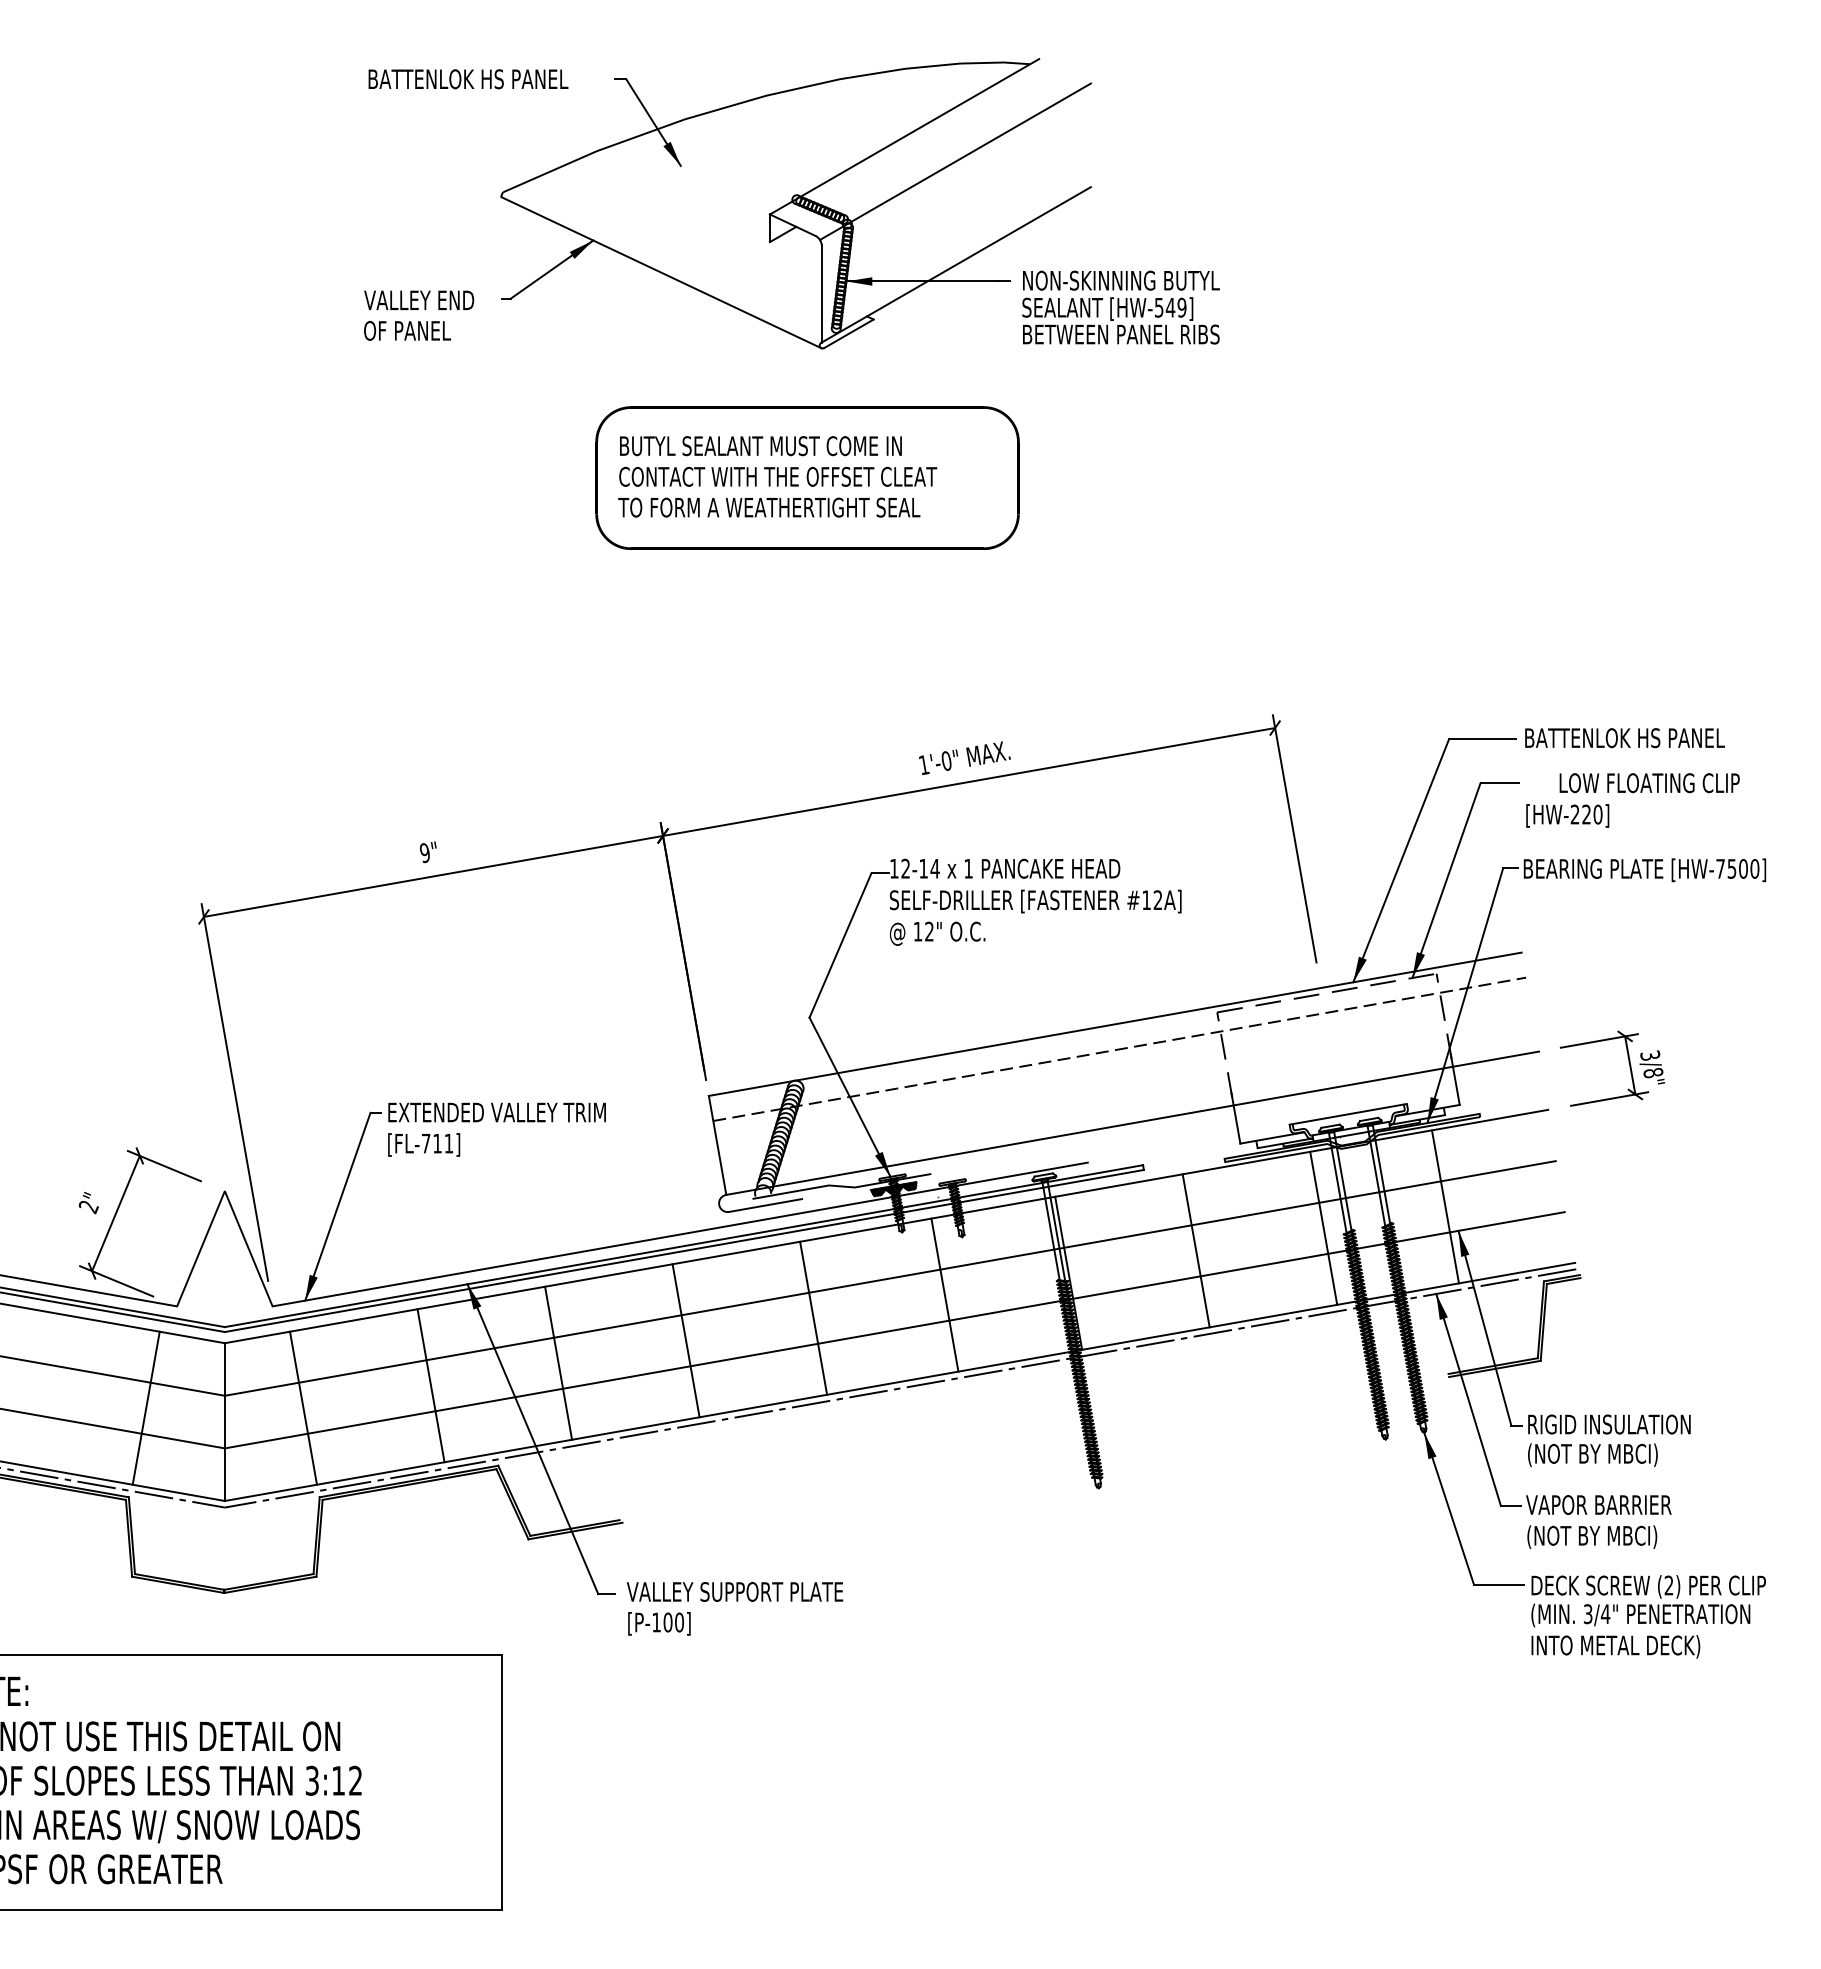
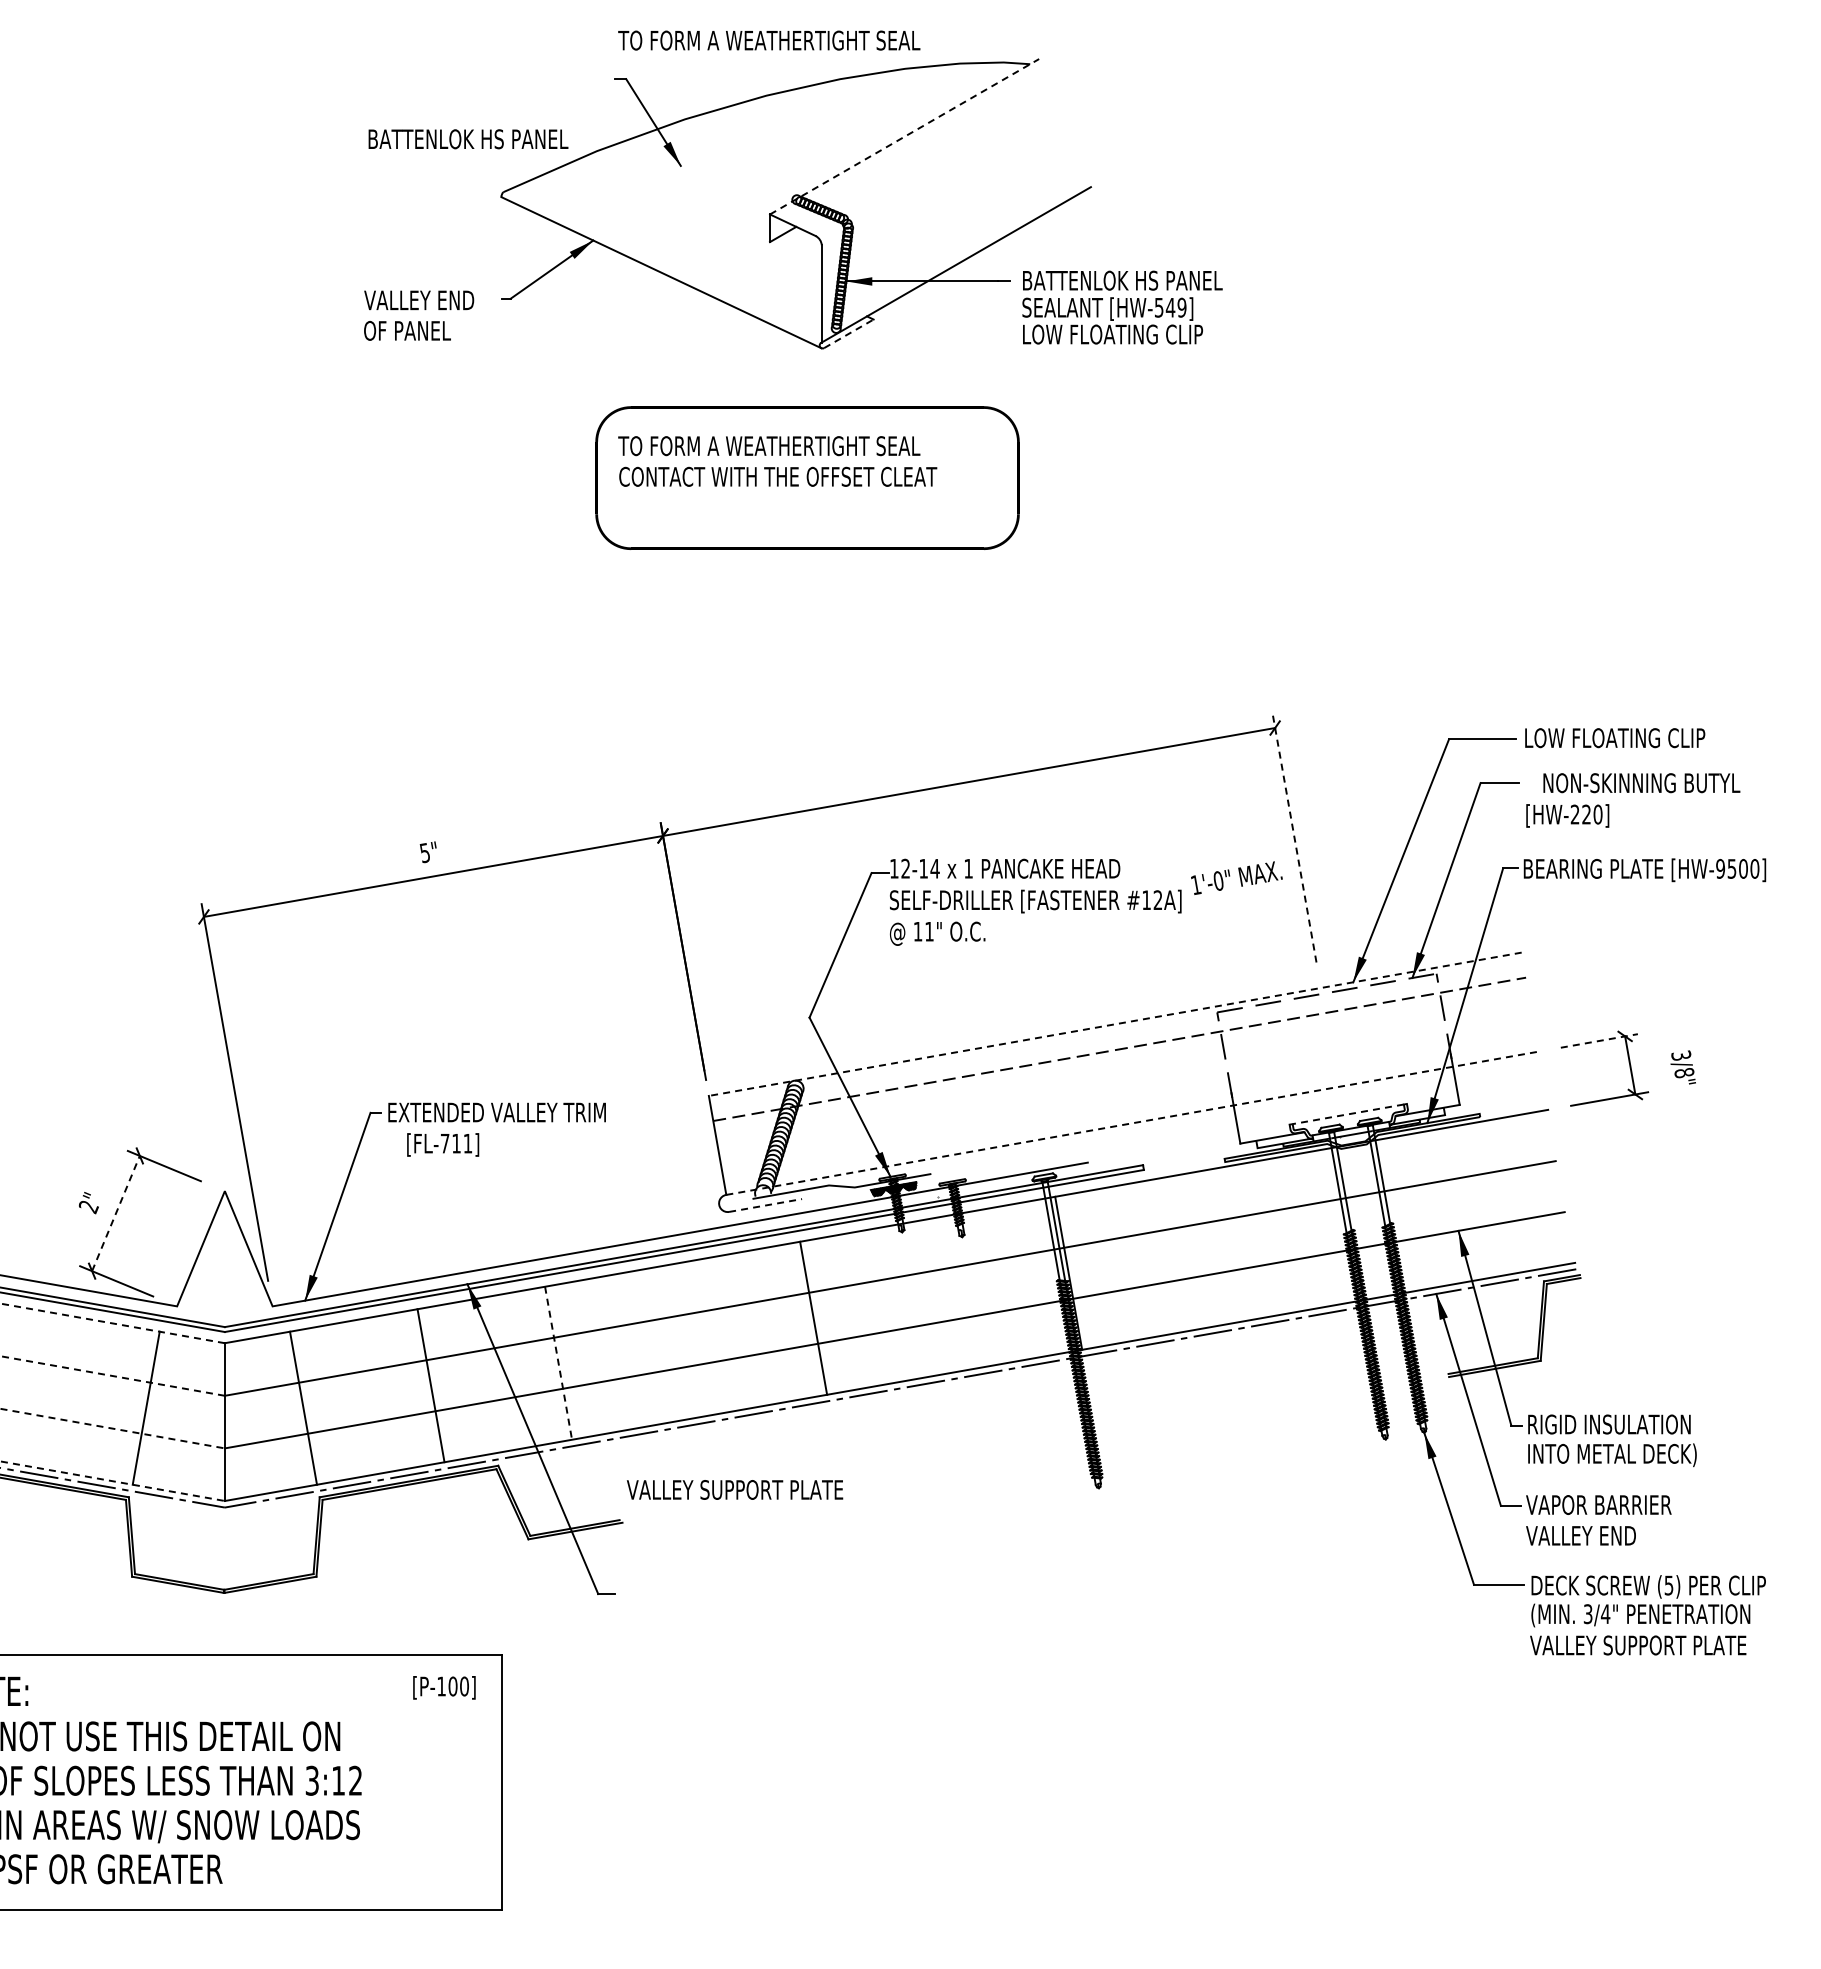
text at (468, 79) position: (468, 79) -> (468, 139)
line at (905, 136): solid -> dashed
line at (955, 161): present -> none
text at (1123, 280): NON-SKINNING BUTYL -> BATTENLOK HS PANEL
line at (848, 333): solid -> dashed
text at (1121, 334): BETWEEN PANEL RIBS -> LOW FLOATING CLIP
text at (769, 446): BUTYL SEALANT MUST COME IN -> TO FORM A WEATHERTIGHT SEAL
text at (769, 507) position: (769, 507) -> (769, 40)
text at (1625, 738): BATTENLOK HS PANEL -> LOW FLOATING CLIP
text at (964, 757) position: (964, 757) -> (1236, 877)
text at (1641, 783): LOW FLOATING CLIP -> NON-SKINNING BUTYL
line at (1294, 838): solid -> dashed
text at (424, 852): 9" -> 5"
text at (1720, 868): [HW-7500] -> [HW-9500]
text at (929, 931): 12" -> 11"
line at (1115, 1024): solid -> dashed
line at (1599, 1040): solid -> dashed
text at (1651, 1067) position: (1651, 1067) -> (1682, 1067)
line at (1347, 1114): solid -> dashed
line at (1132, 1123): solid -> dashed
text at (424, 1144) position: (424, 1144) -> (443, 1144)
line at (766, 1205): solid -> dashed
line at (1444, 1206): present -> none
line at (116, 1213): solid -> dashed
line at (1323, 1227): present -> none
line at (1195, 1250): present -> none
line at (944, 1294): present -> none
line at (112, 1323): solid -> dashed
line at (685, 1340): present -> none
line at (558, 1363): solid -> dashed
line at (112, 1376): solid -> dashed
line at (112, 1428): solid -> dashed
text at (1612, 1455): (NOT BY MBCI) -> INTO METAL DECK)
line at (112, 1481): solid -> dashed
text at (1591, 1536): (NOT BY MBCI) -> VALLEY END
text at (1668, 1585): (2) -> (5)
text at (735, 1591) position: (735, 1591) -> (735, 1489)
text at (659, 1623) position: (659, 1623) -> (444, 1687)
text at (1638, 1646): INTO METAL DECK) -> VALLEY SUPPORT PLATE
